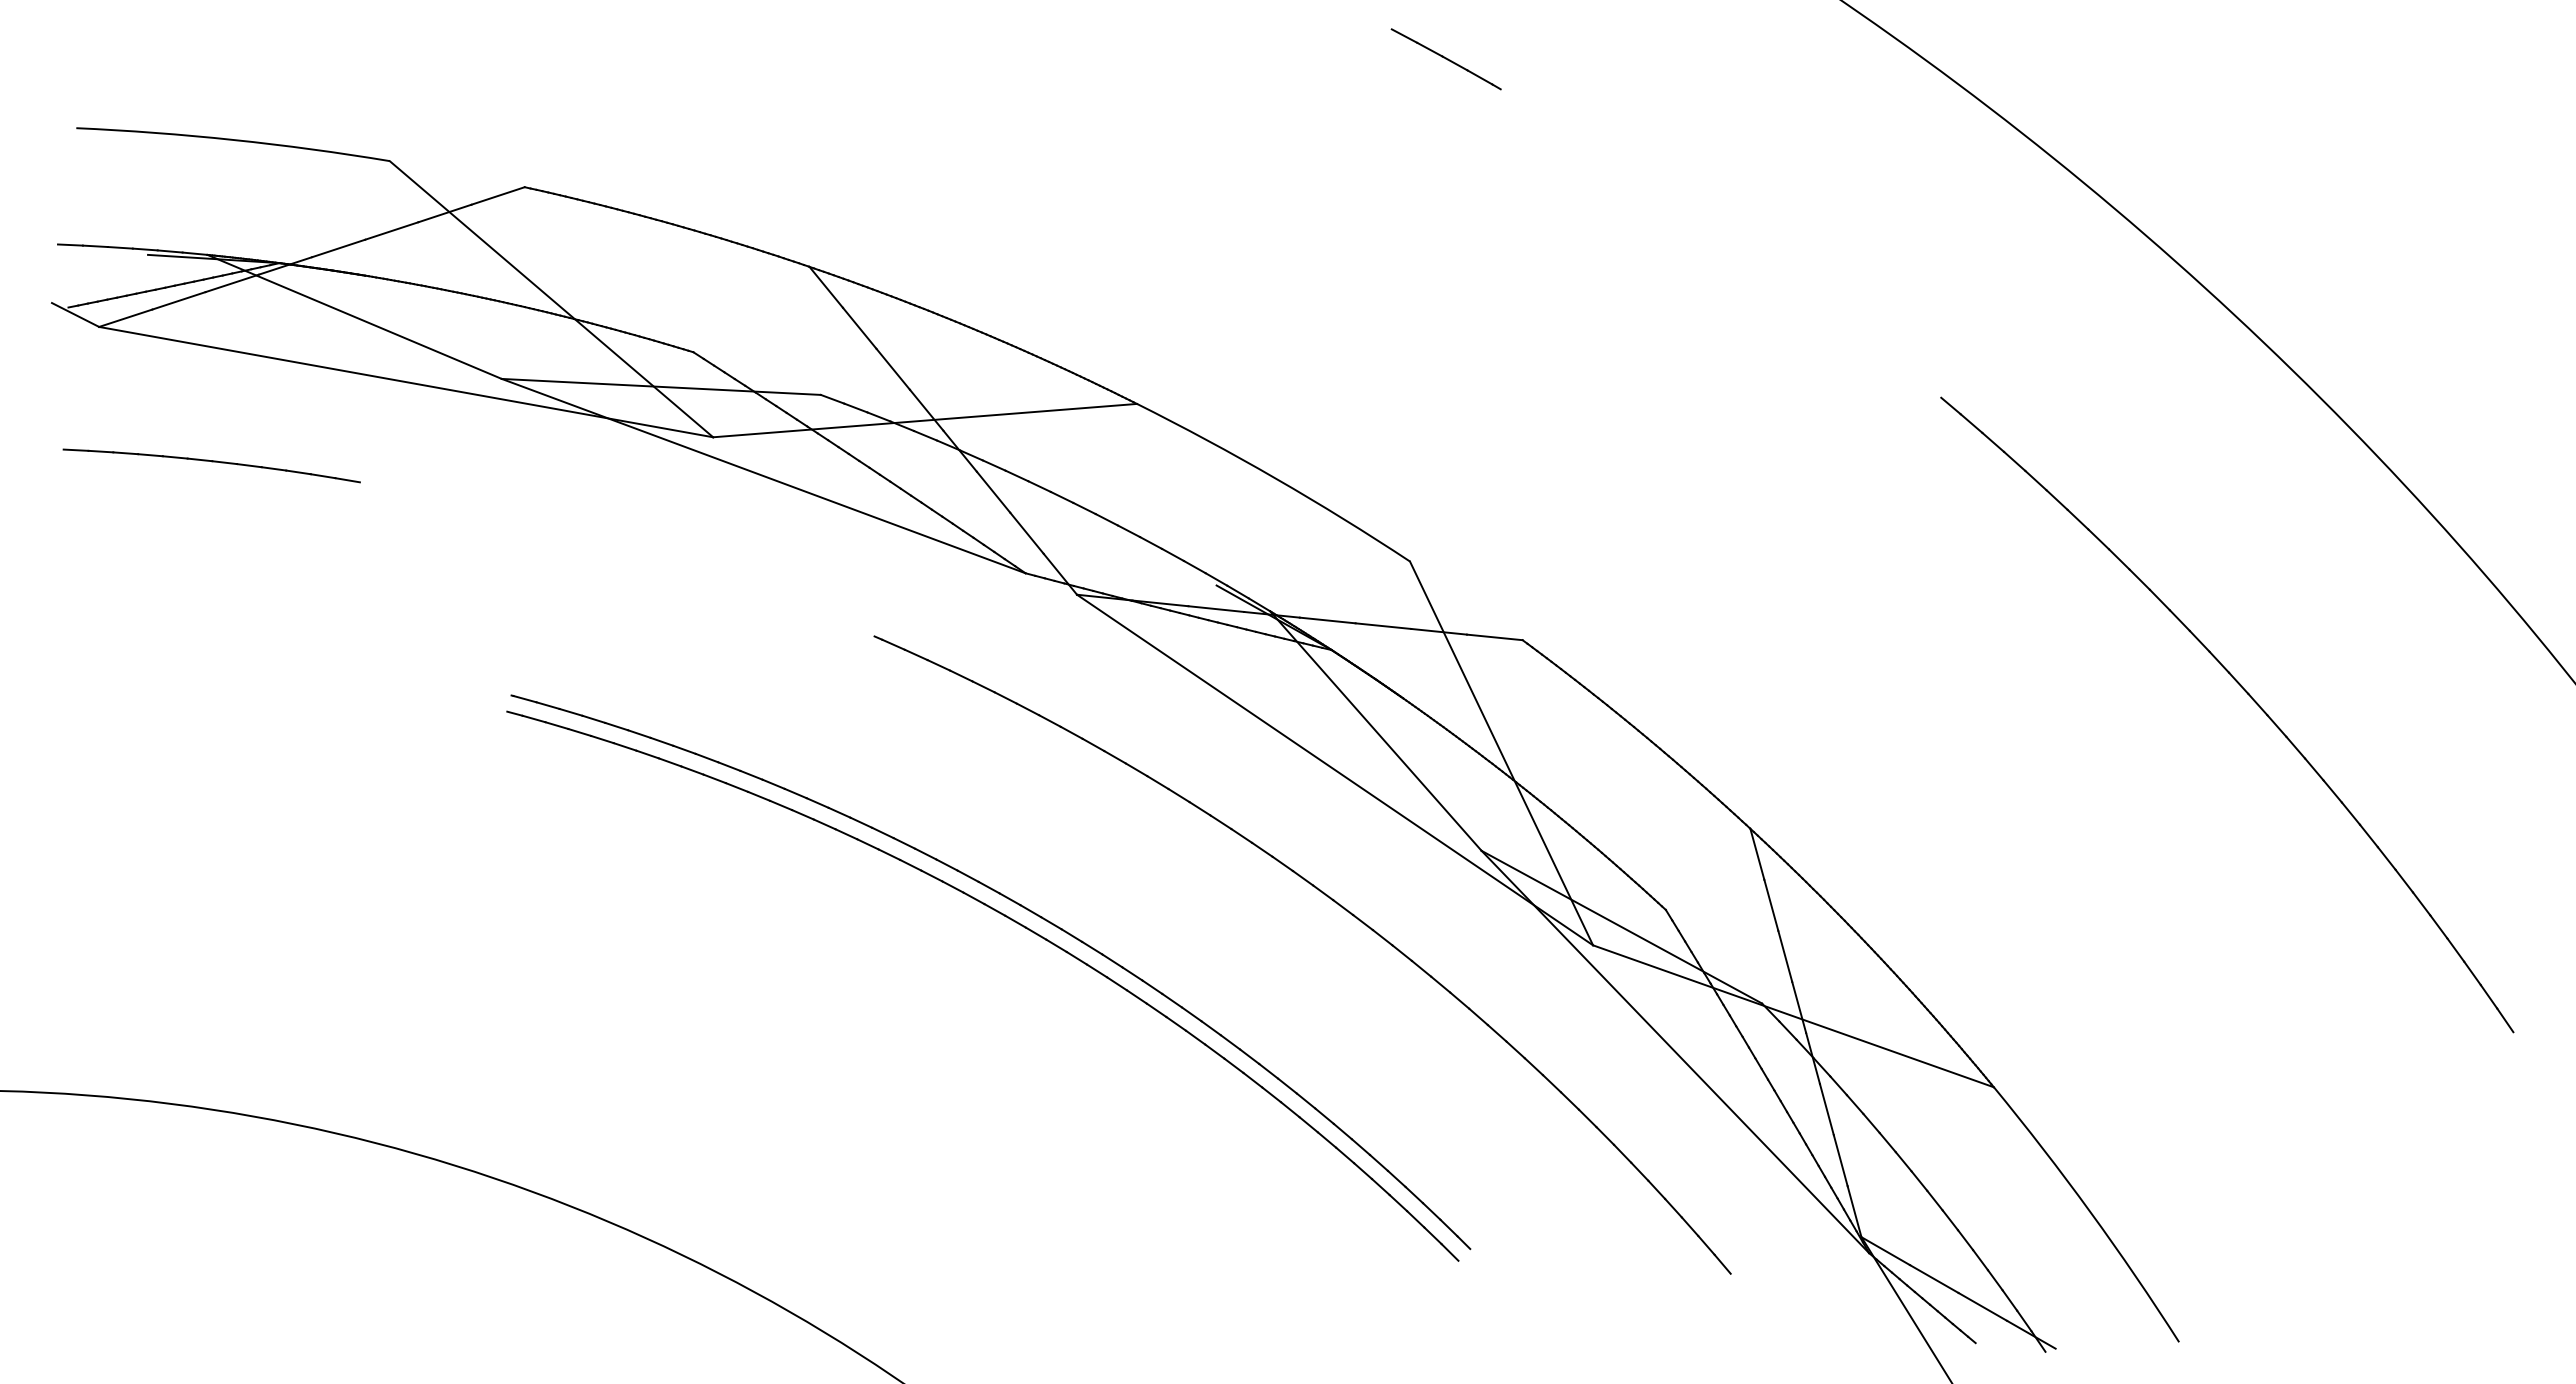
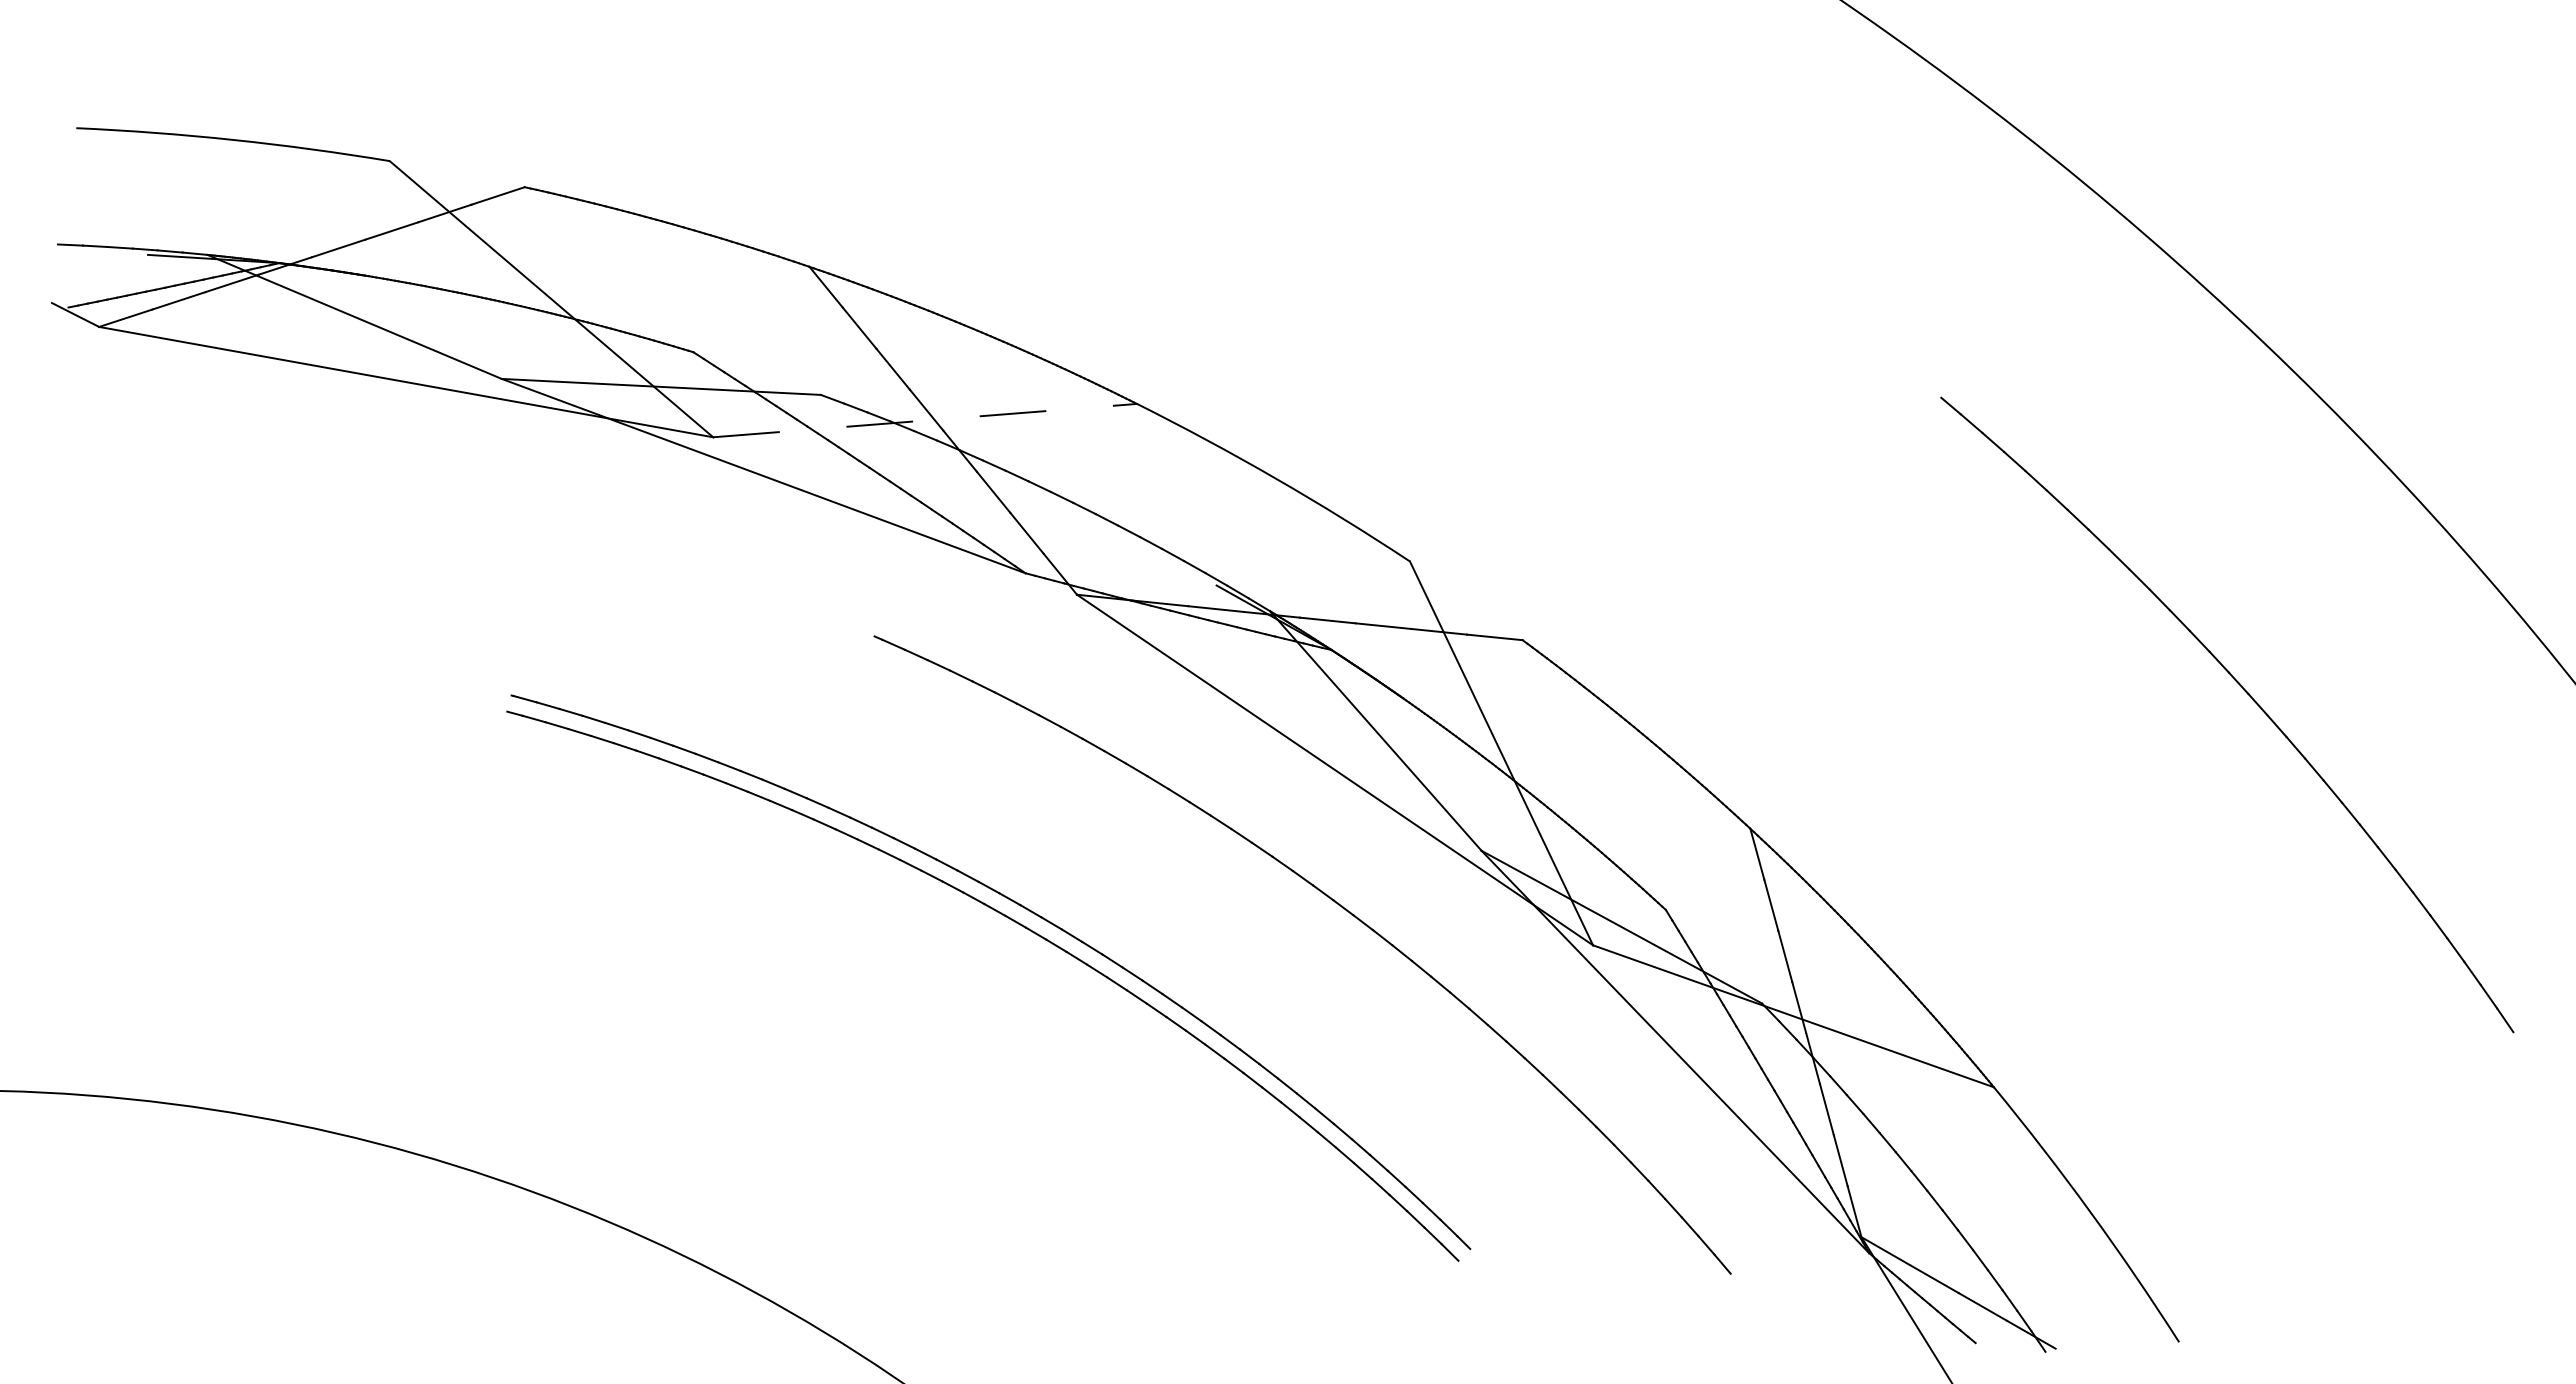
line at (1445, 59): present -> none
line at (925, 420): solid -> dashed
part at (211, 465): present -> none
